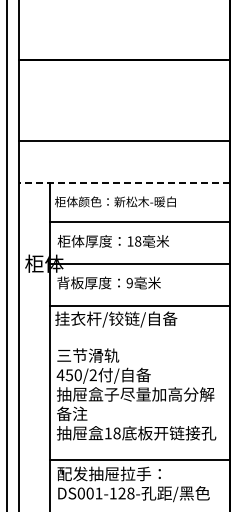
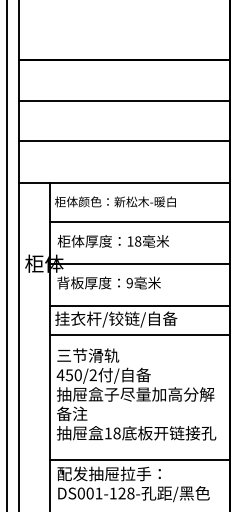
line at (124, 100): none -> present
line at (124, 183): dashed -> solid
line at (139, 334): none -> present
